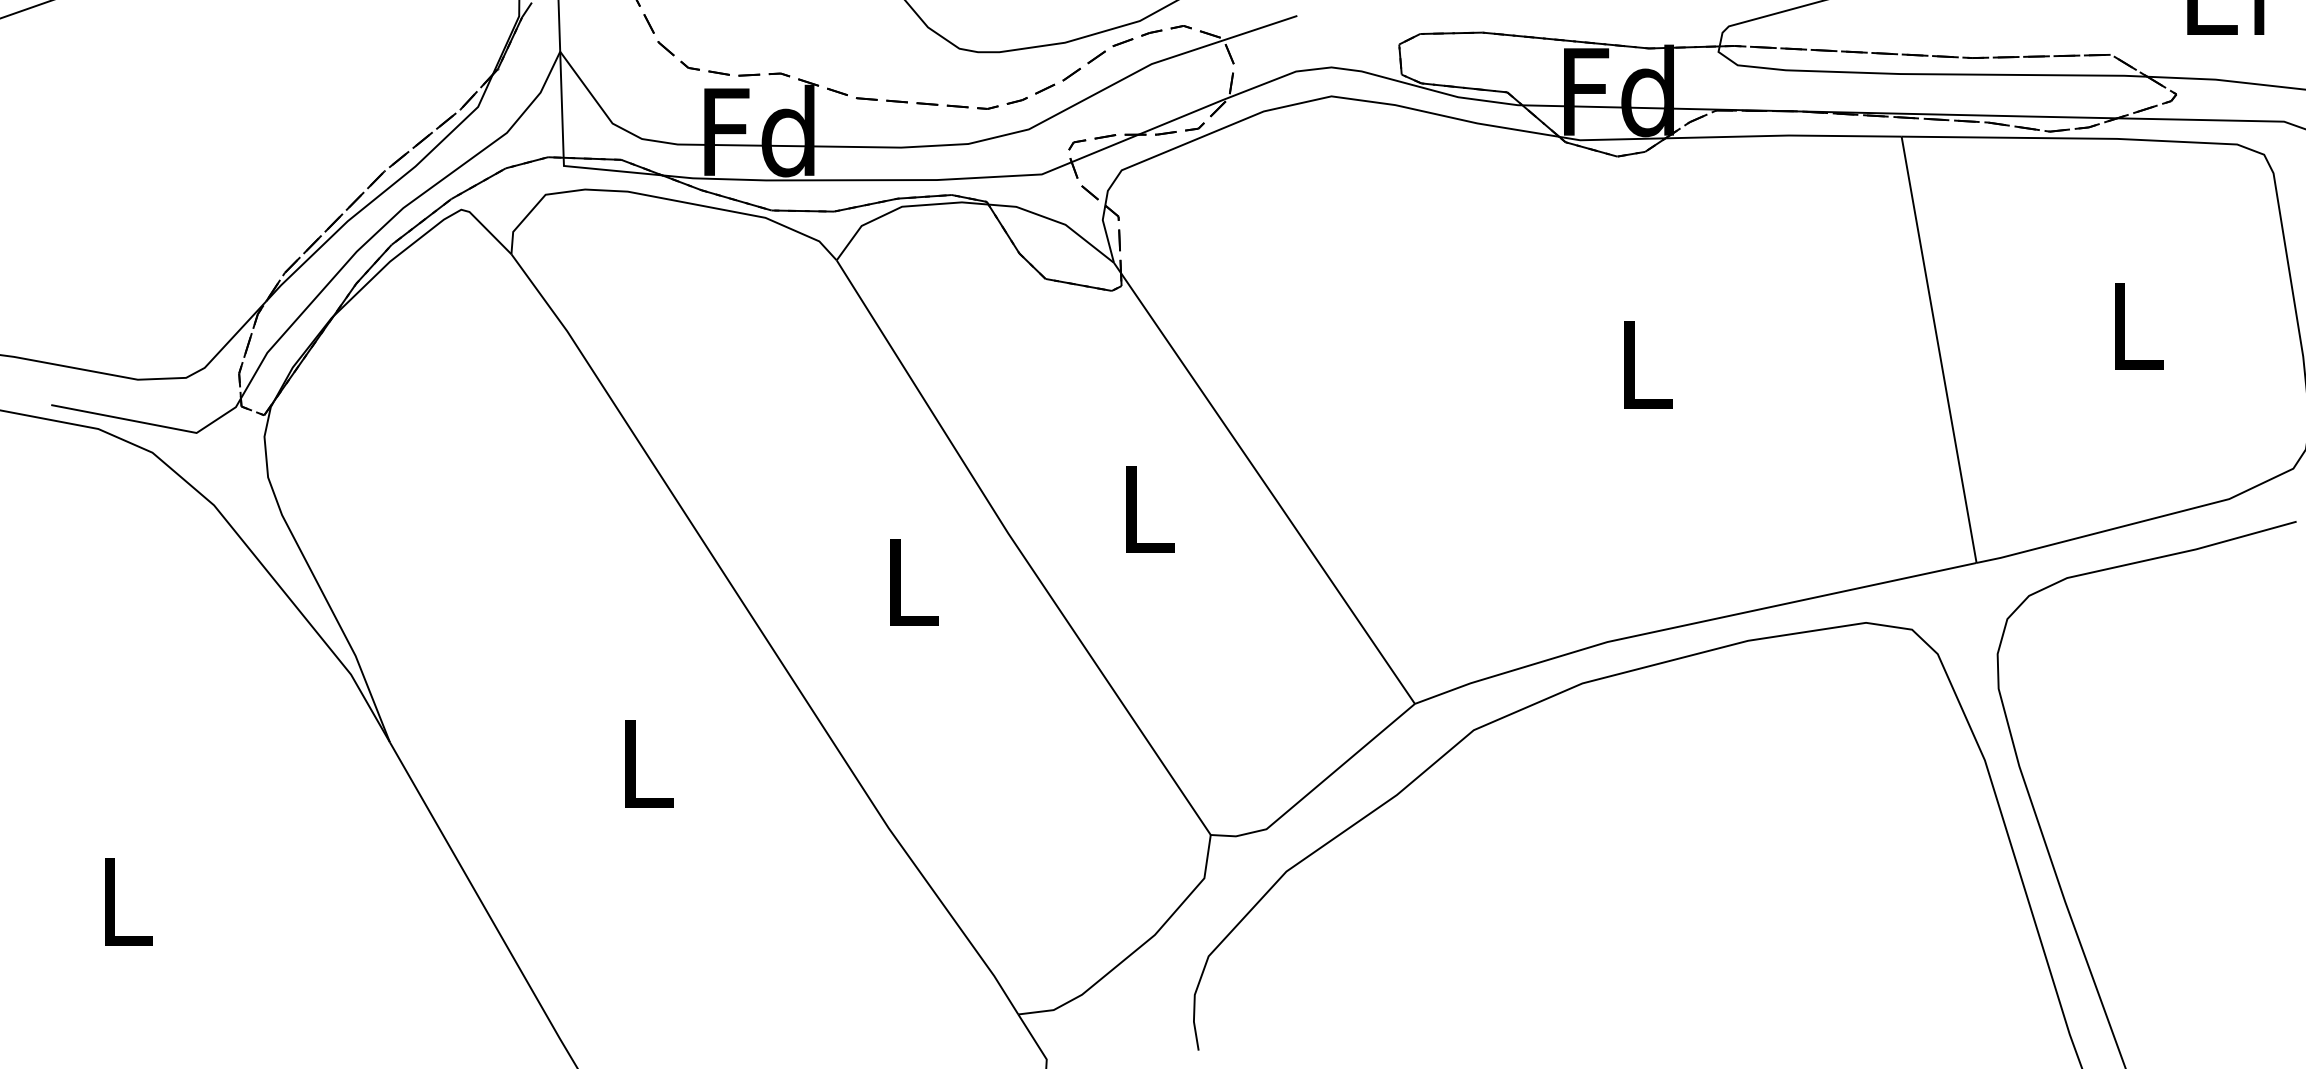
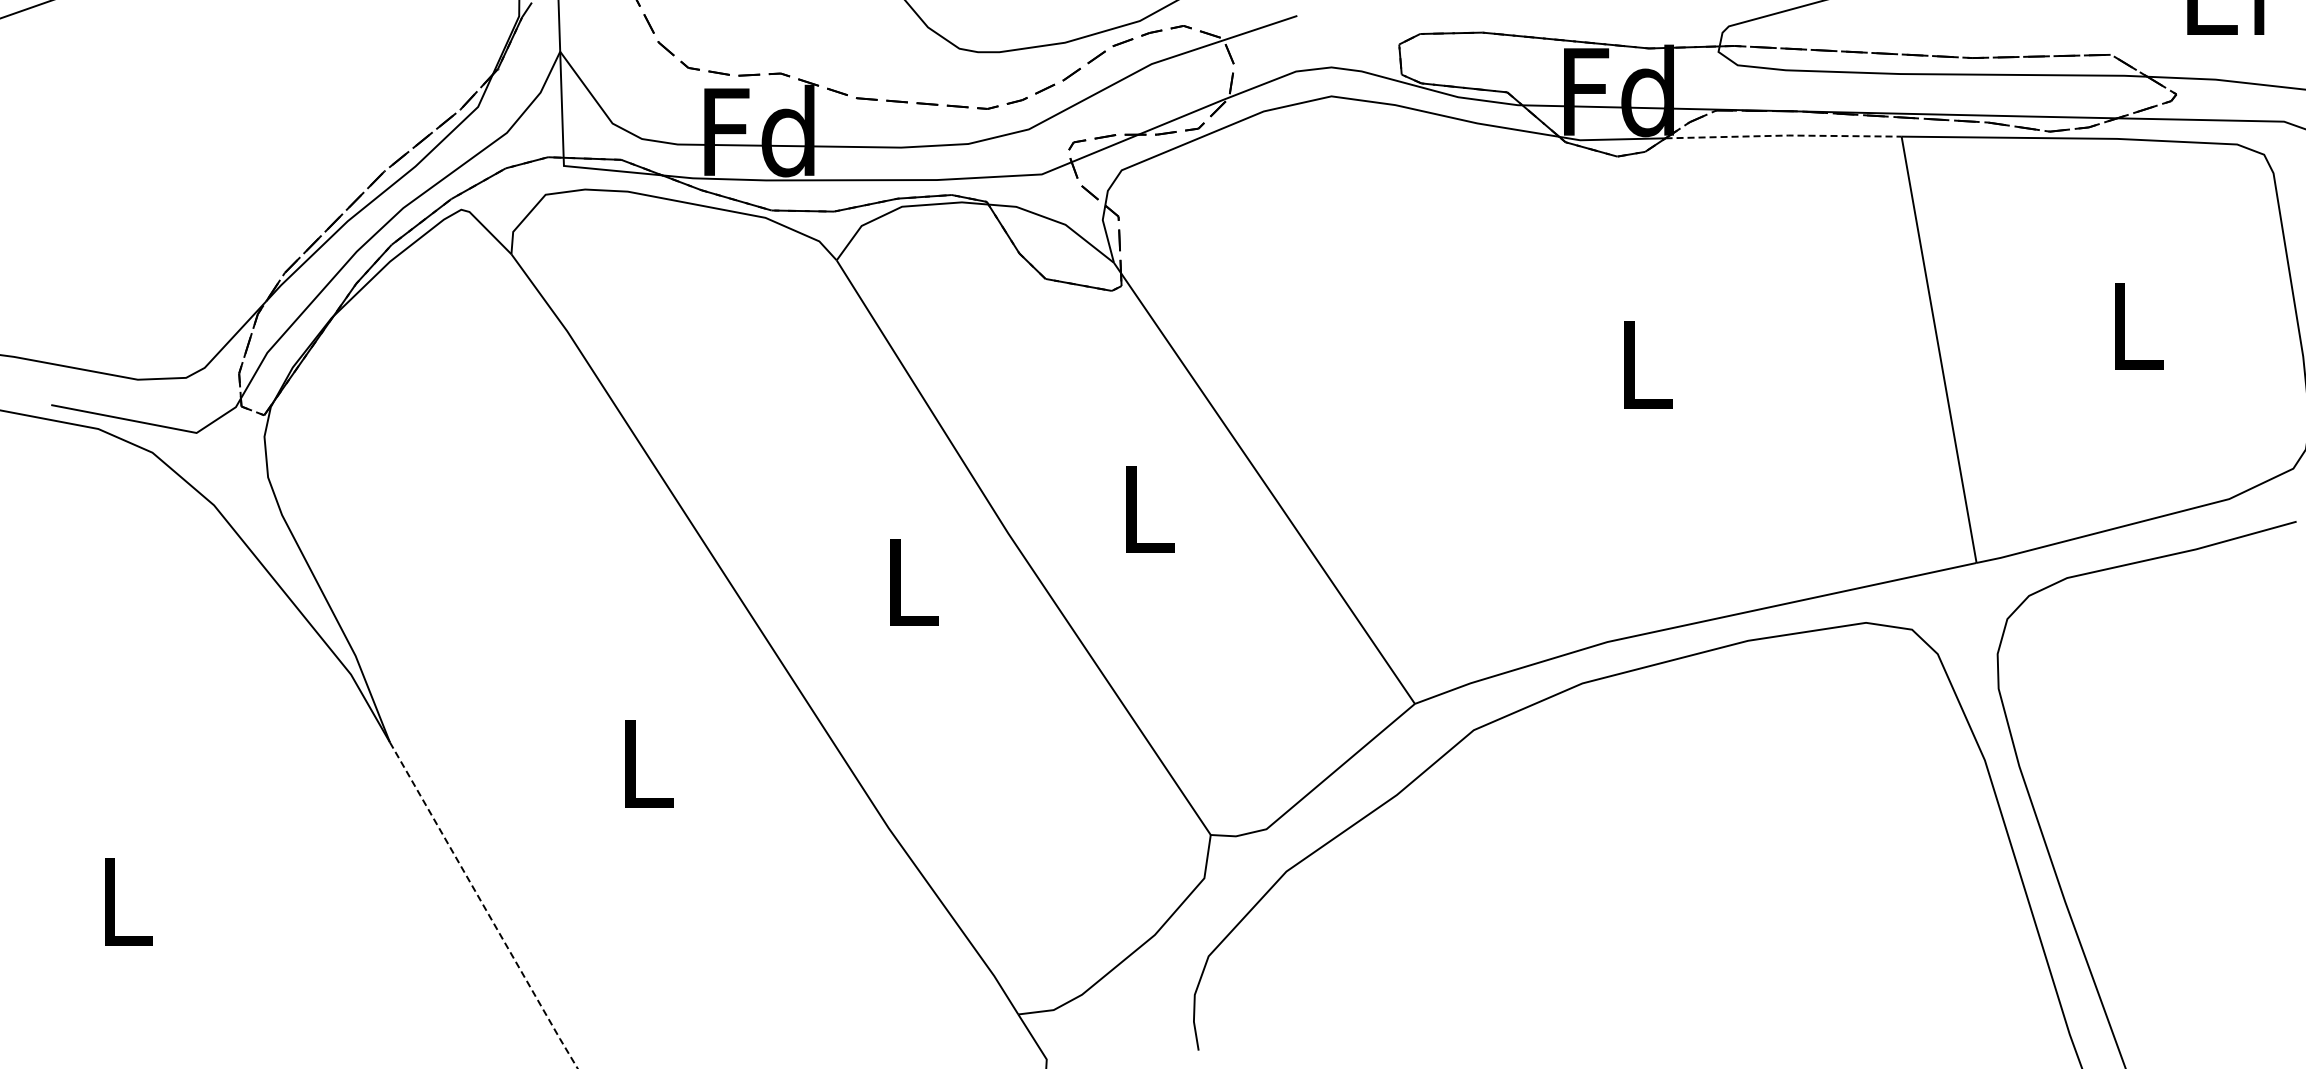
line at (1783, 135): solid -> dashed
line at (483, 906): solid -> dashed
